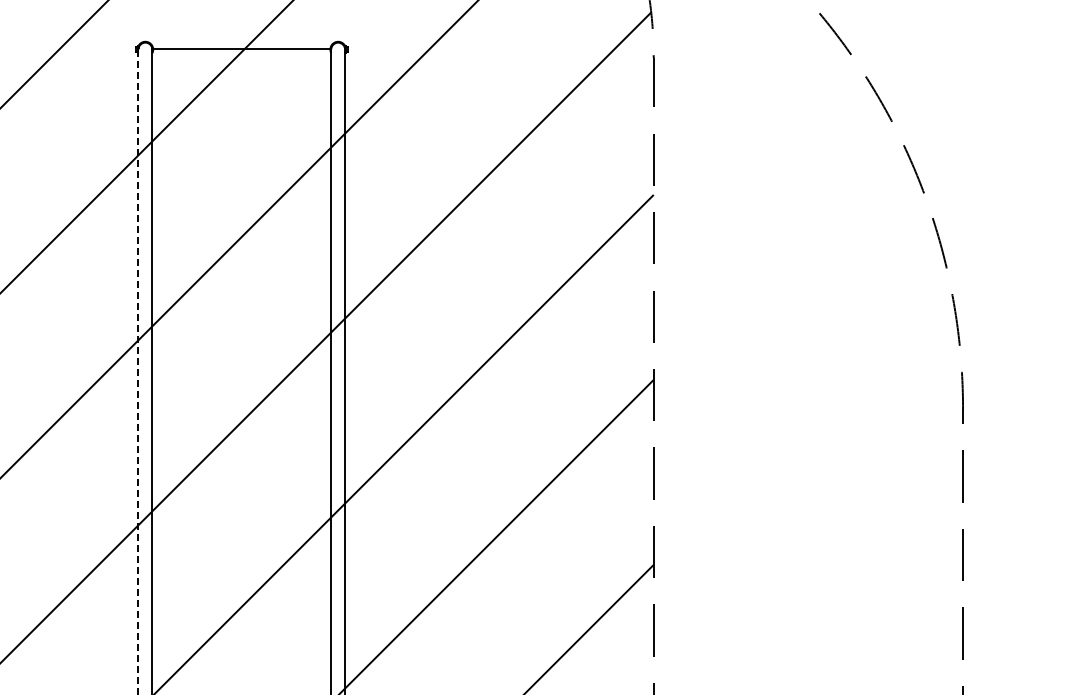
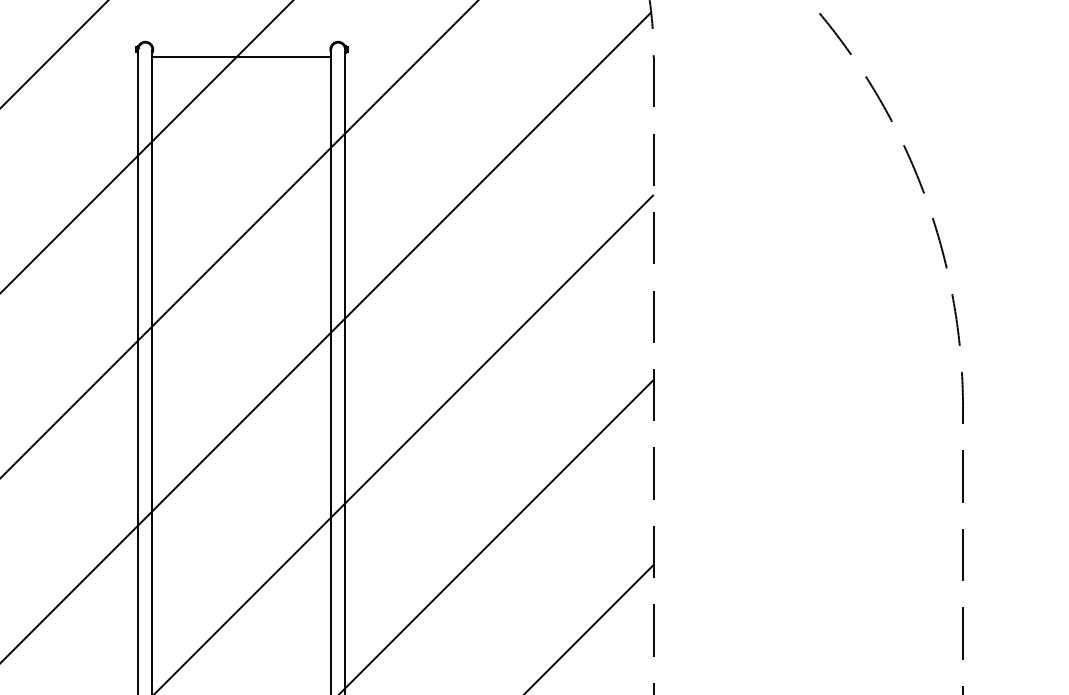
line at (241, 48) position: (241, 48) -> (241, 56)
line at (138, 372): dashed -> solid
